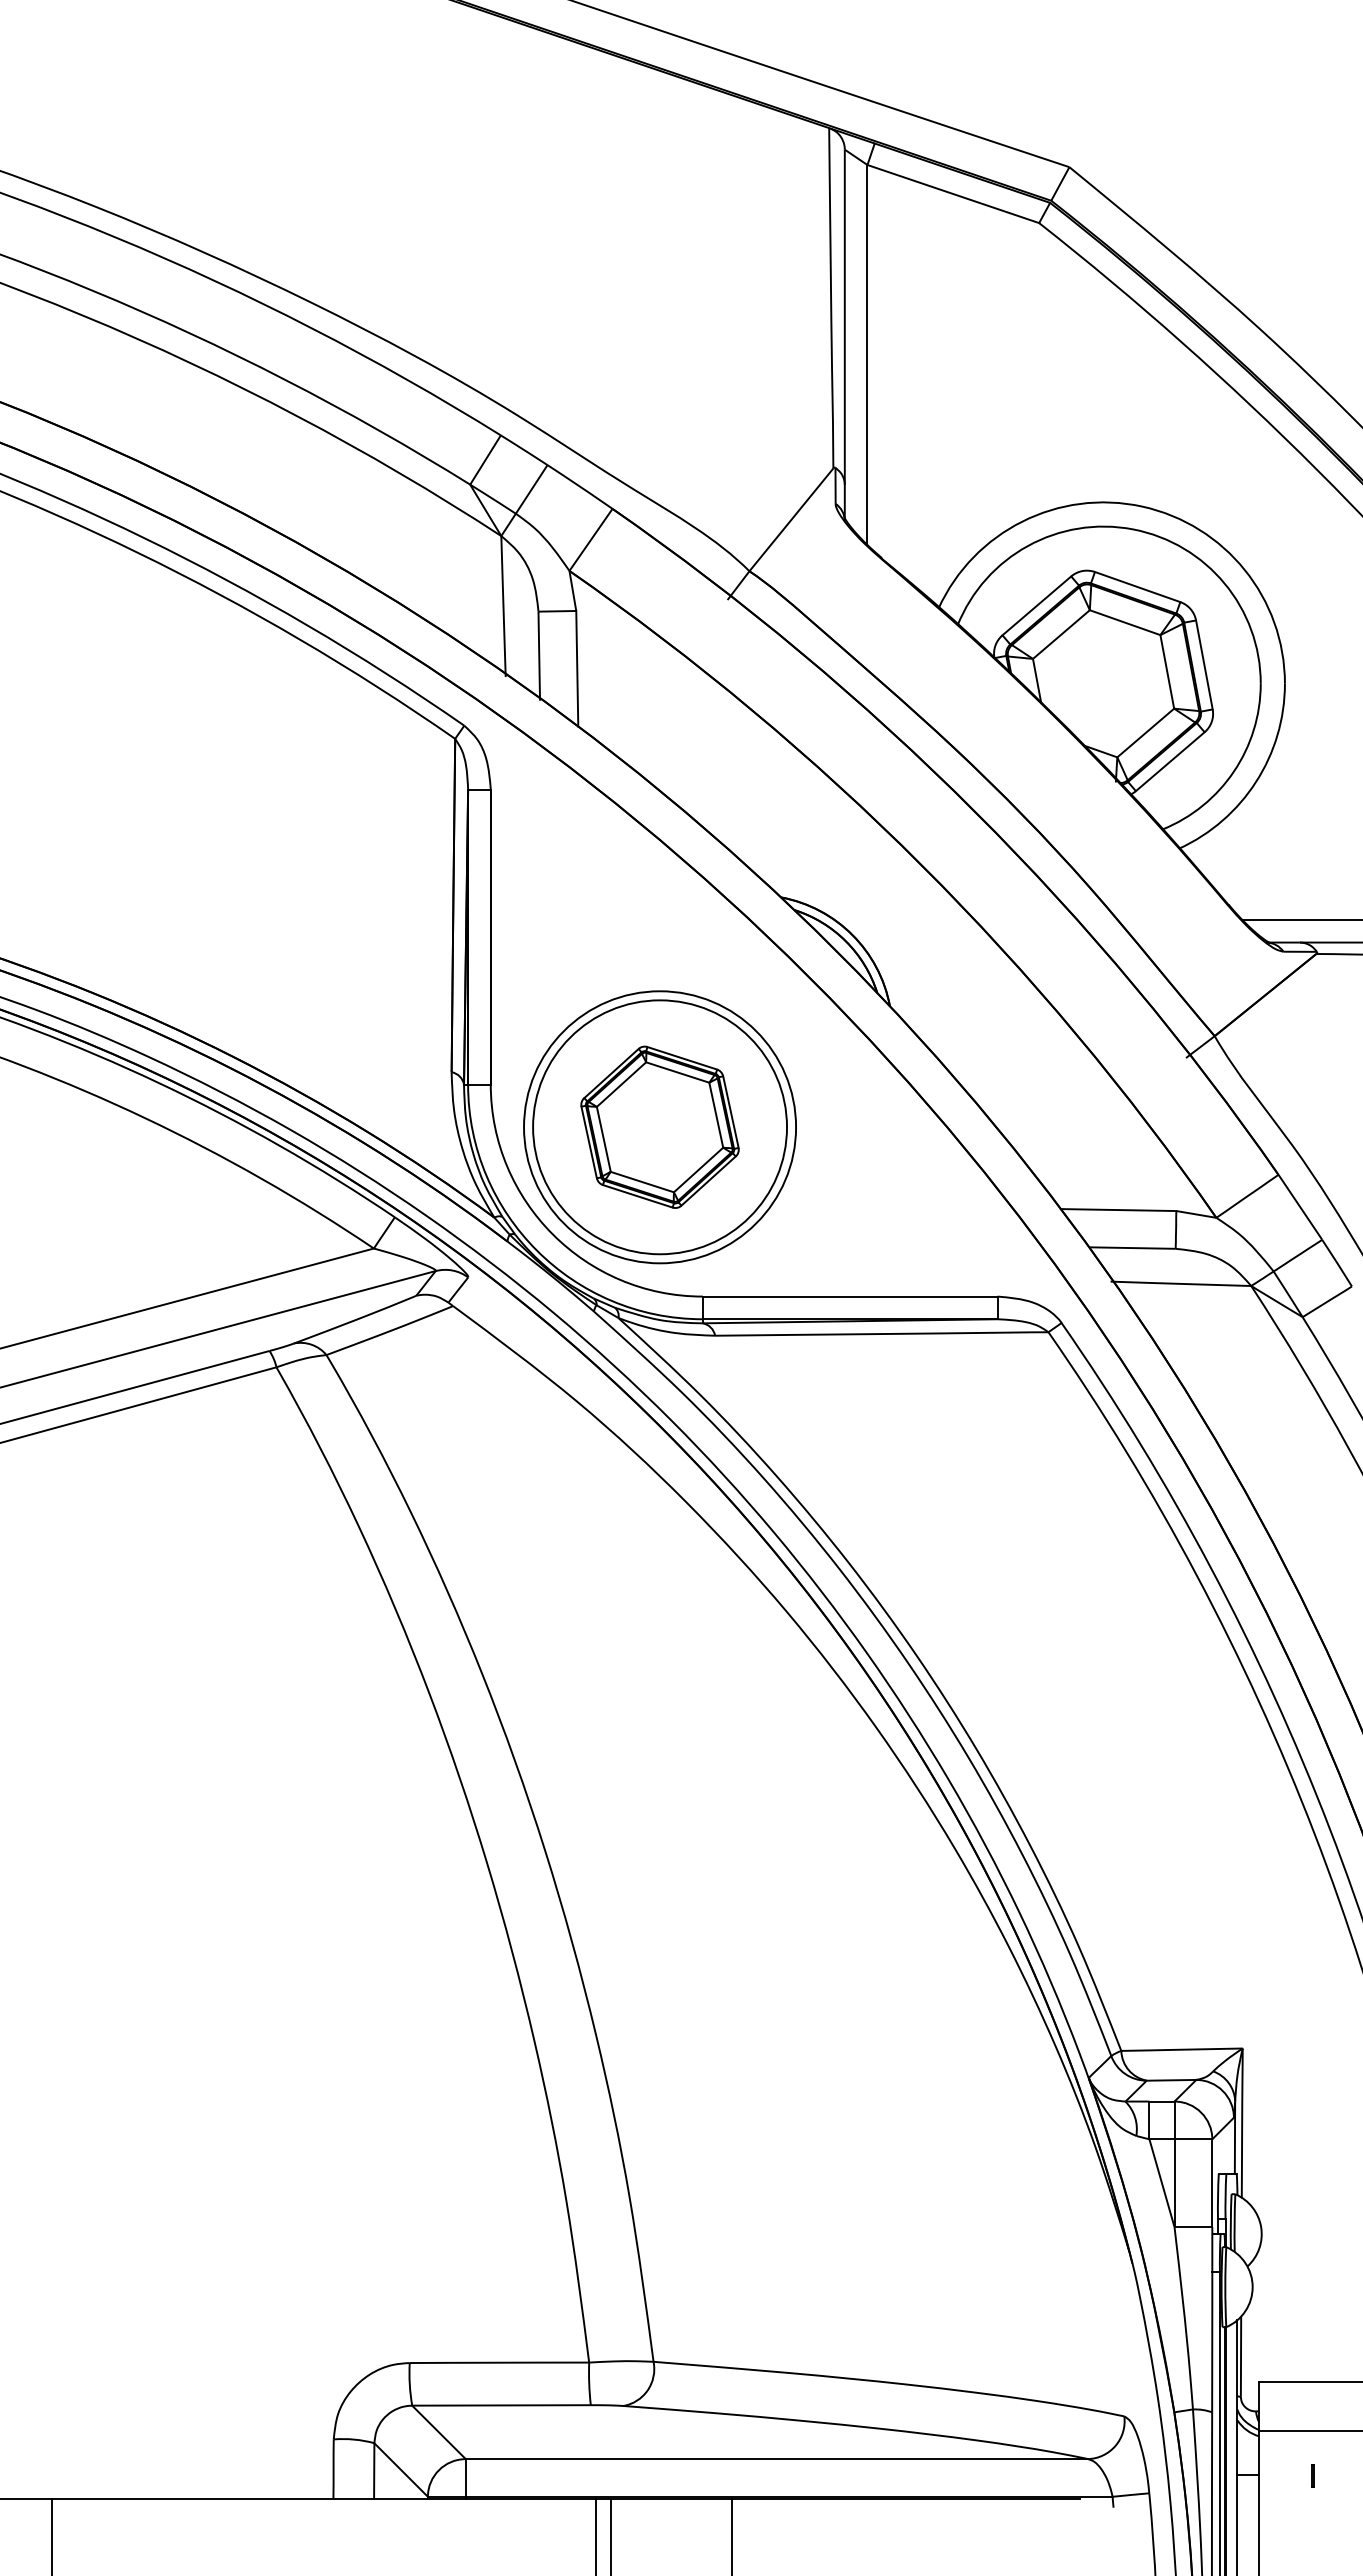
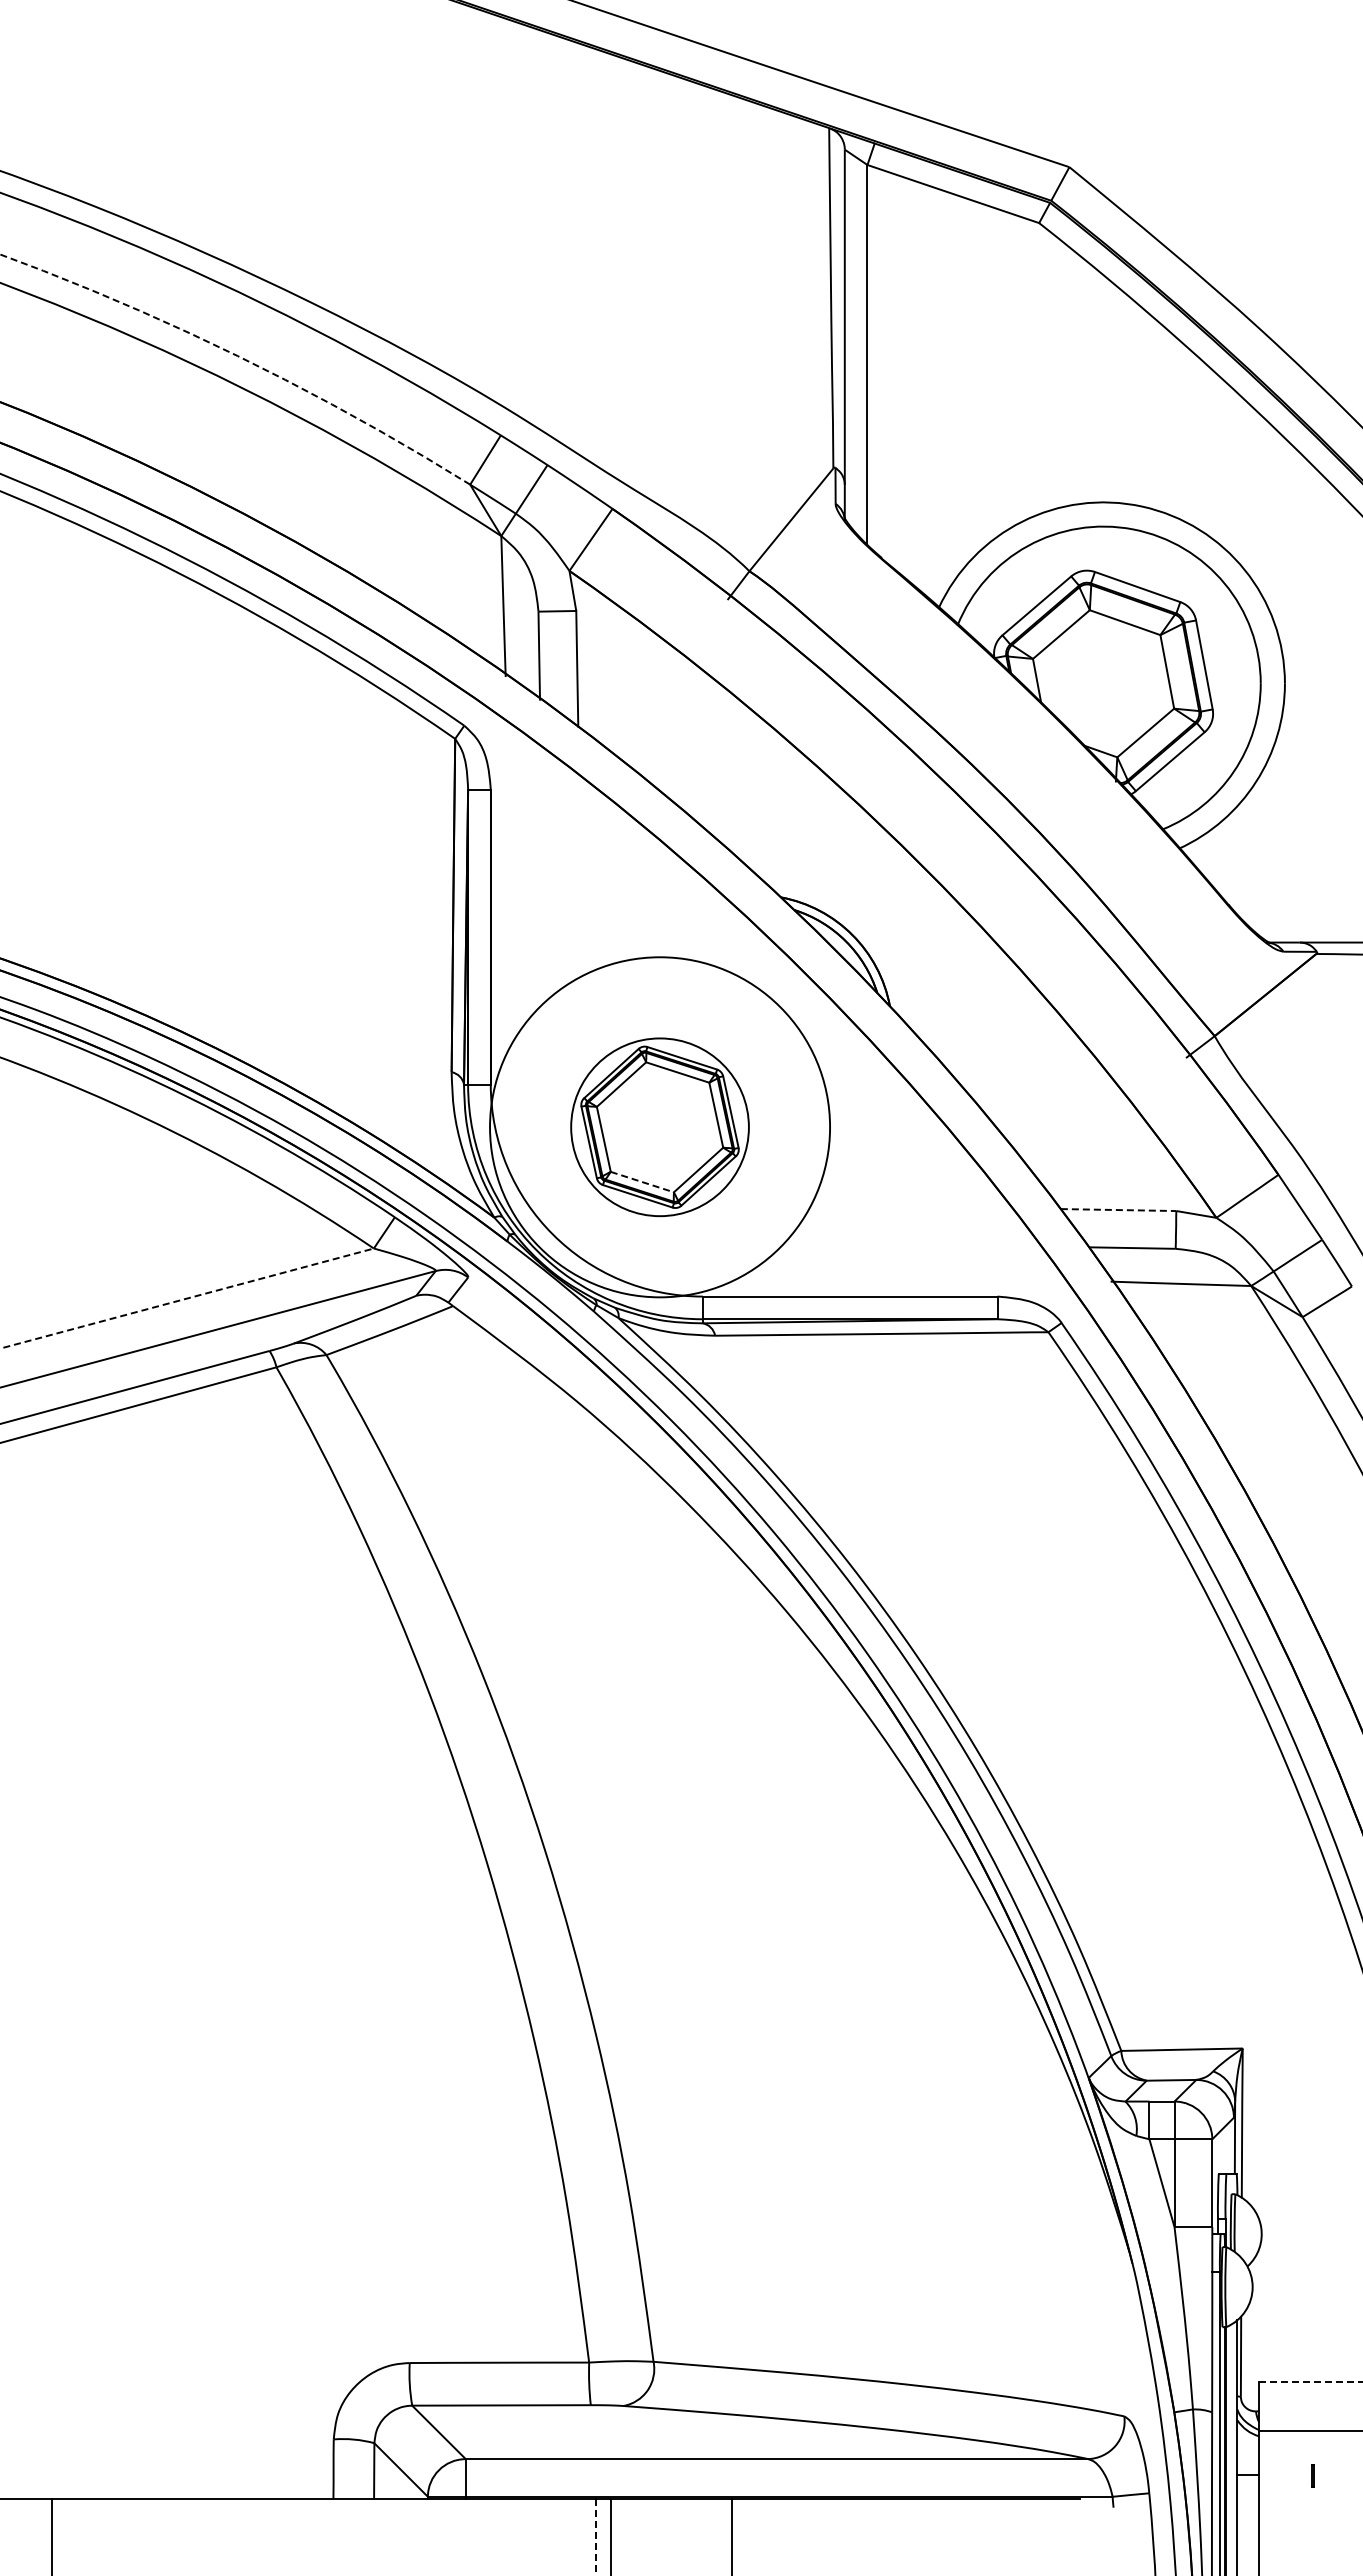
arc at (240, 357): solid -> dashed
line at (1300, 919): present -> none
circle at (660, 1127) diameter: 254 px -> 178 px
circle at (660, 1127) diameter: 272 px -> 340 px
line at (642, 1182): solid -> dashed
line at (1118, 1210): solid -> dashed
line at (187, 1298): solid -> dashed
line at (1311, 2382): solid -> dashed
line at (595, 2537): solid -> dashed
